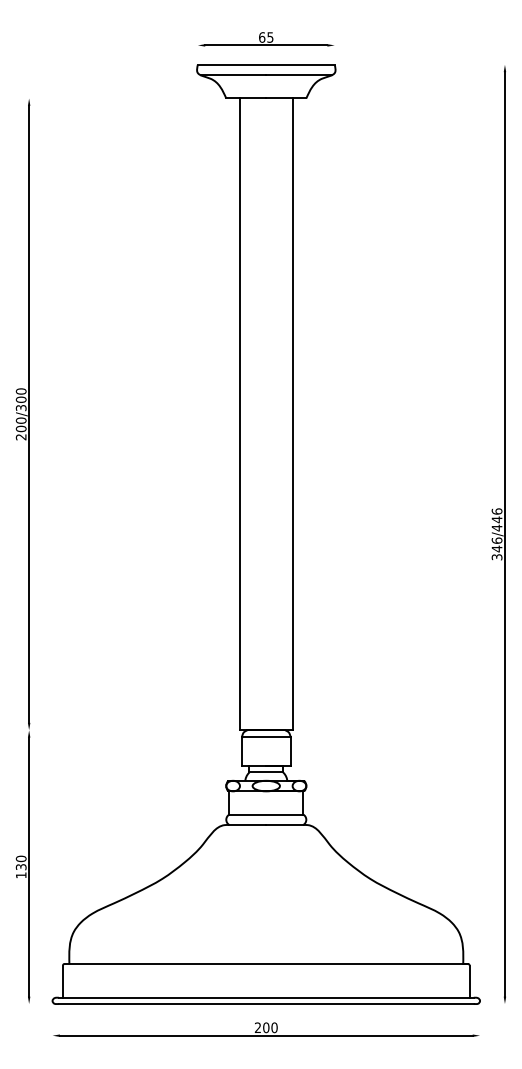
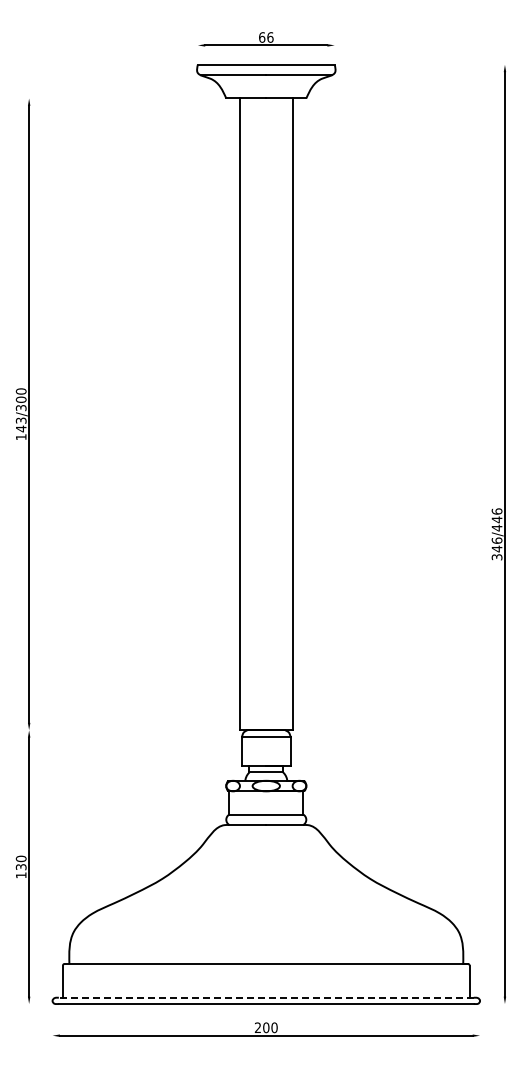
text at (270, 37): 65 -> 66
text at (20, 428): 200/300 -> 143/300
line at (265, 997): solid -> dashed
